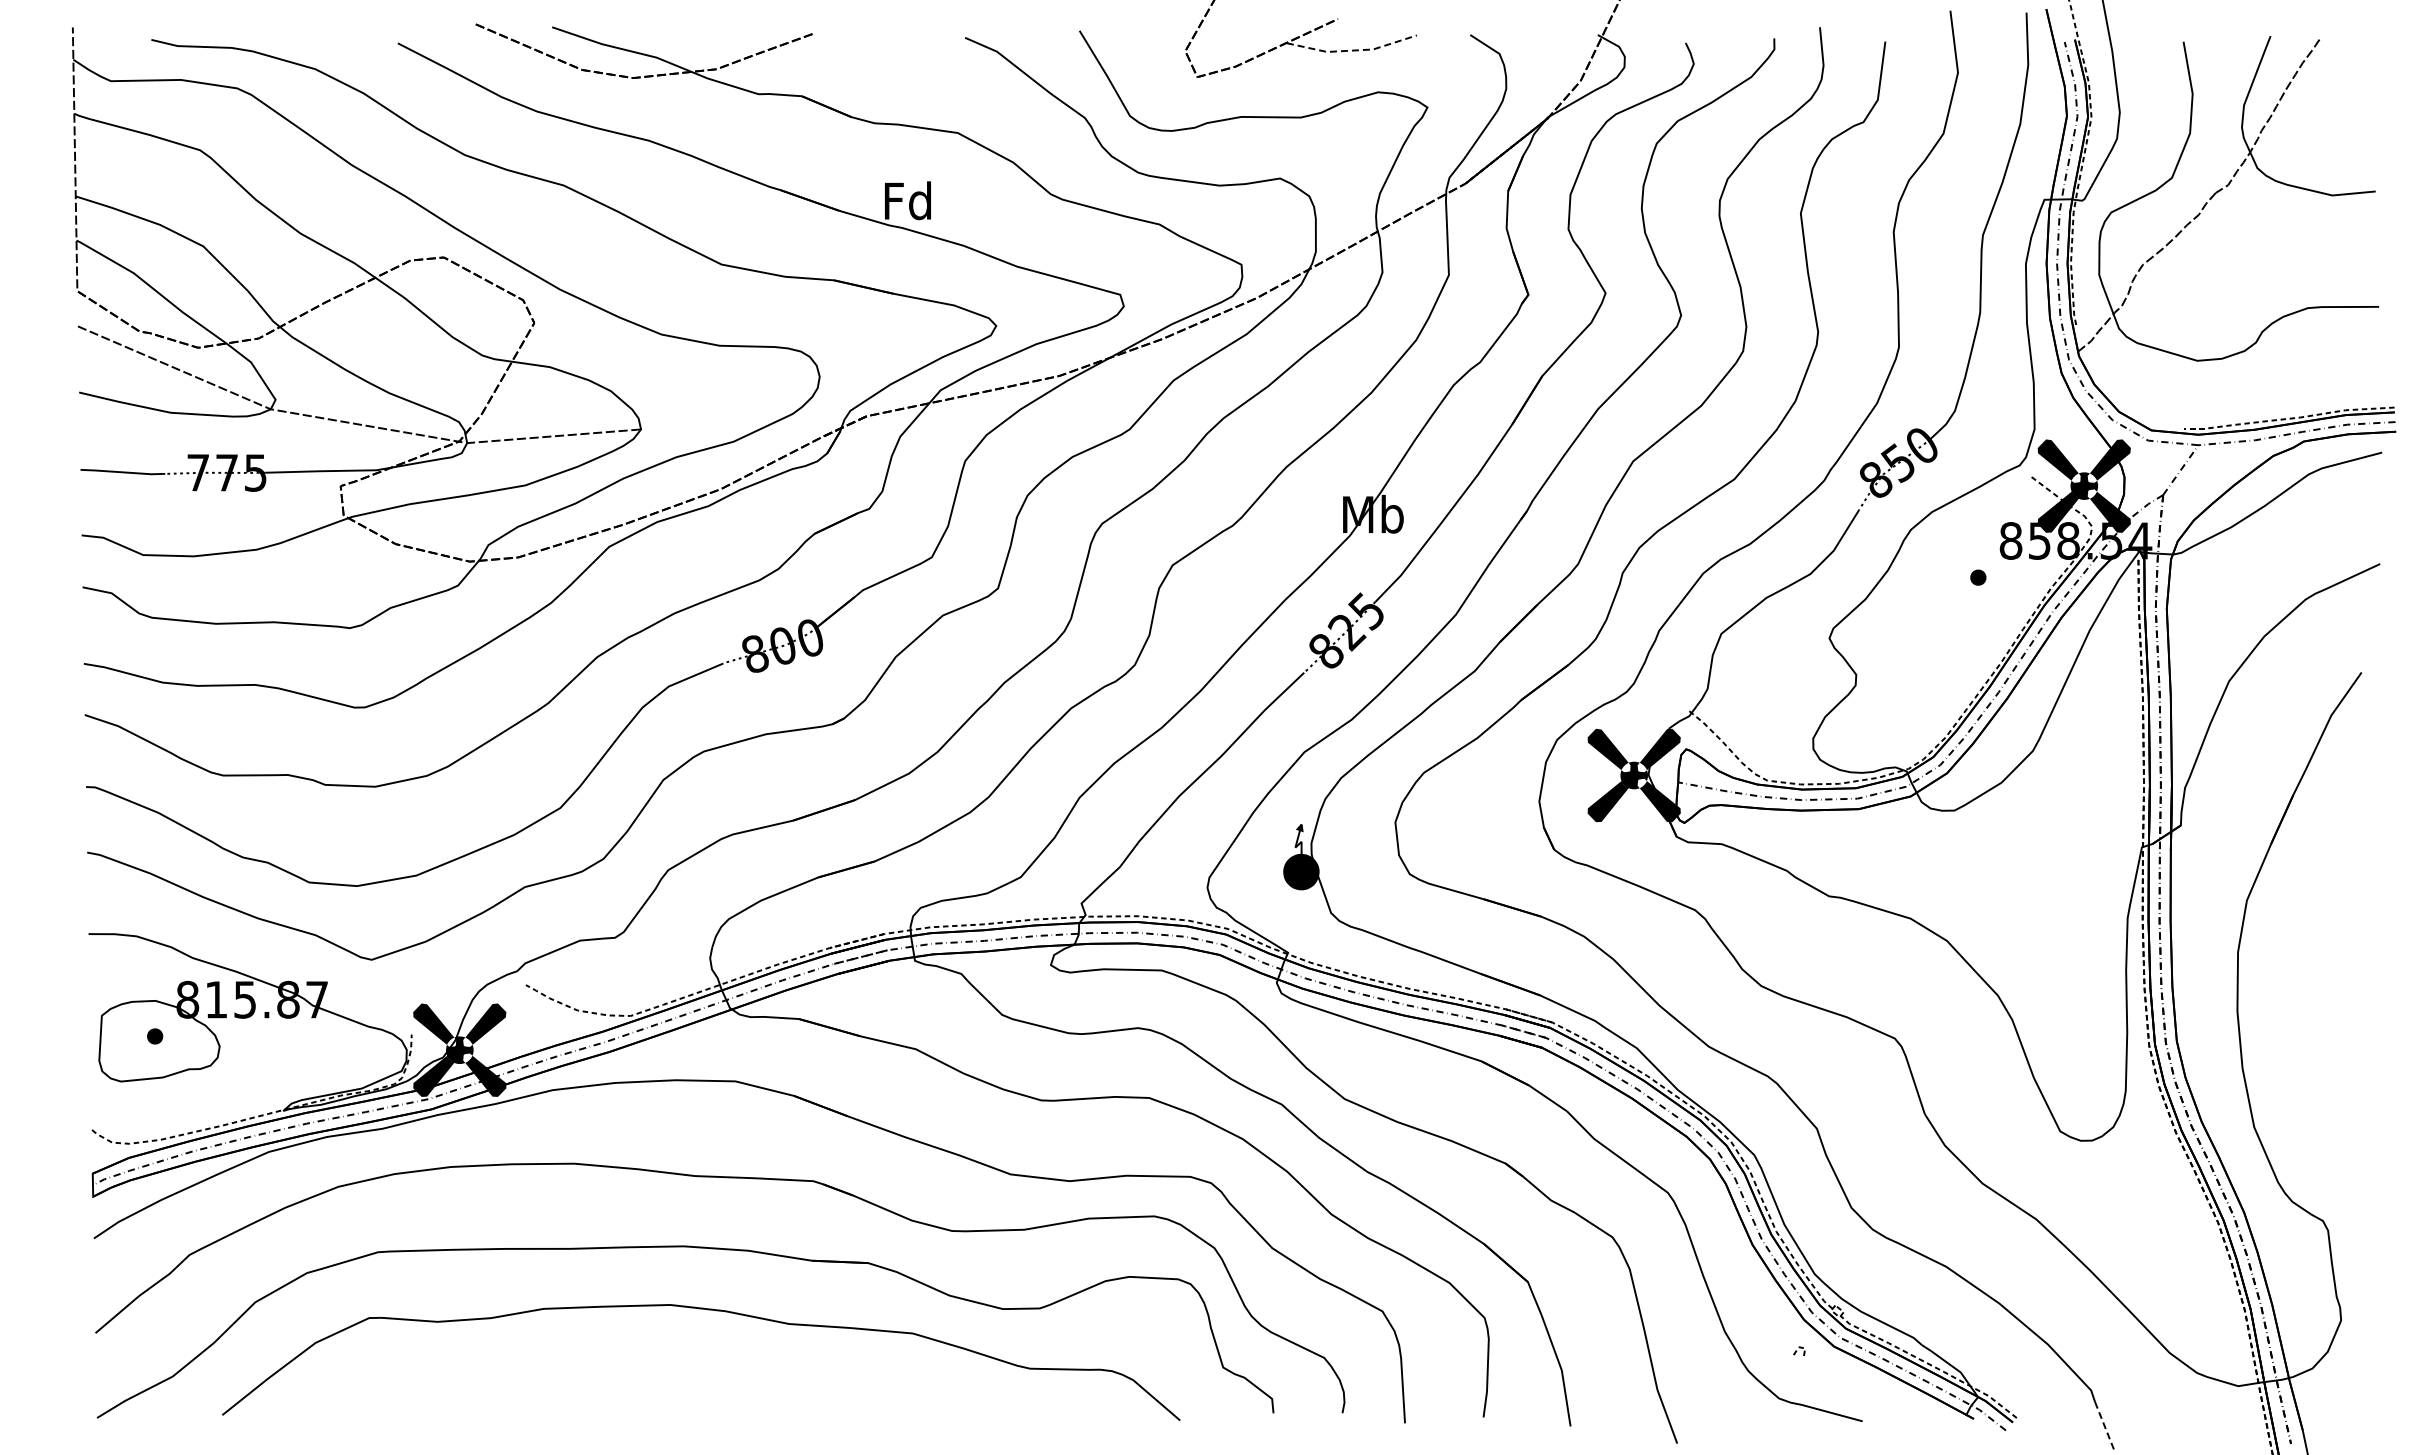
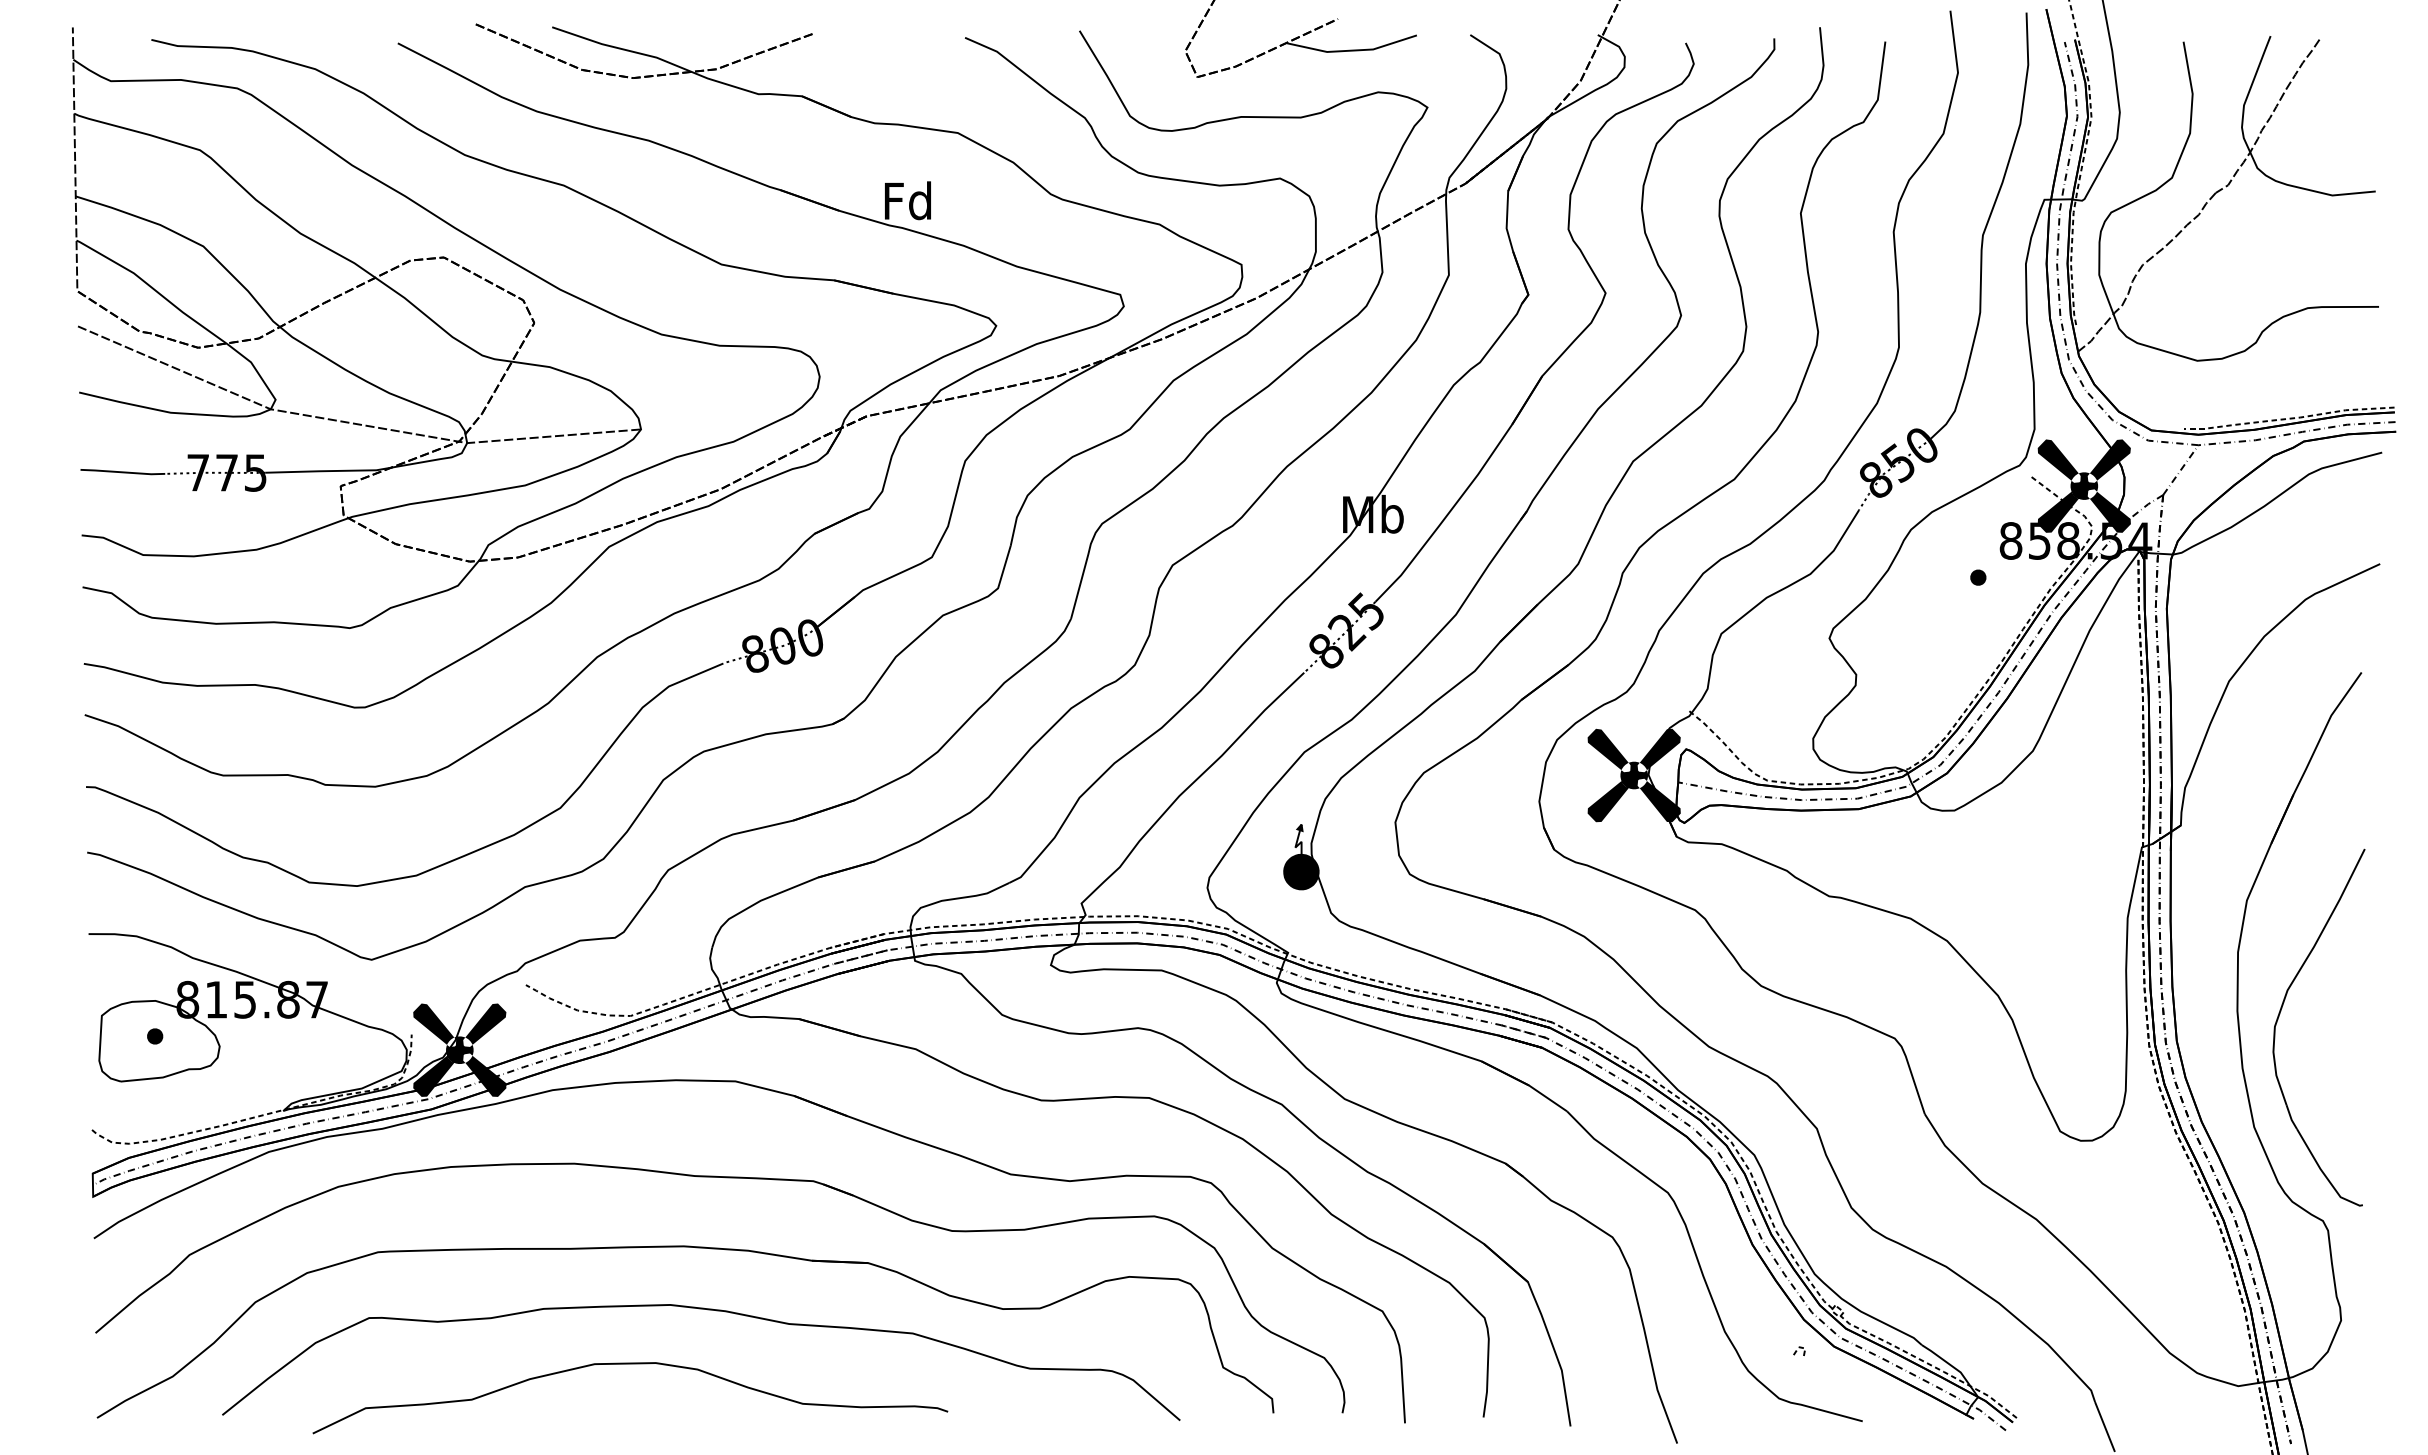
line at (1352, 50): dashed -> solid
part at (2280, 1014): none -> present
curve at (630, 1364): none -> present
line at (2105, 1426): dashed -> solid
